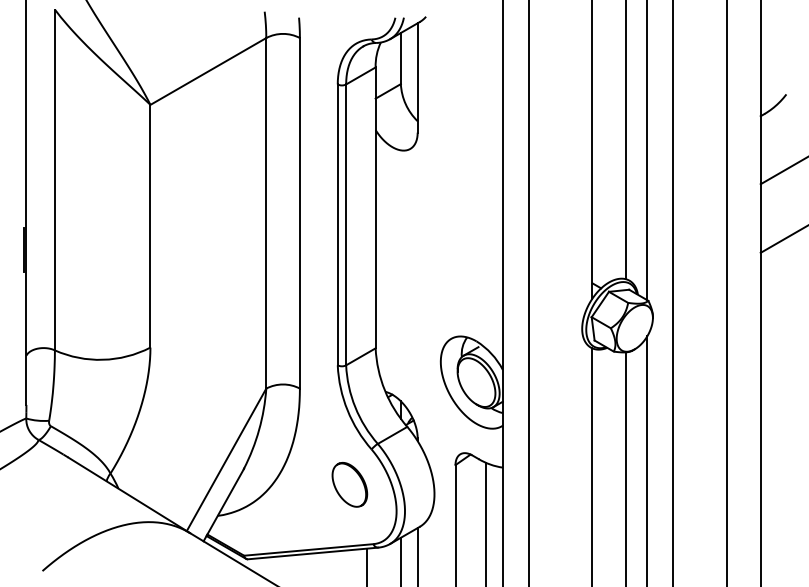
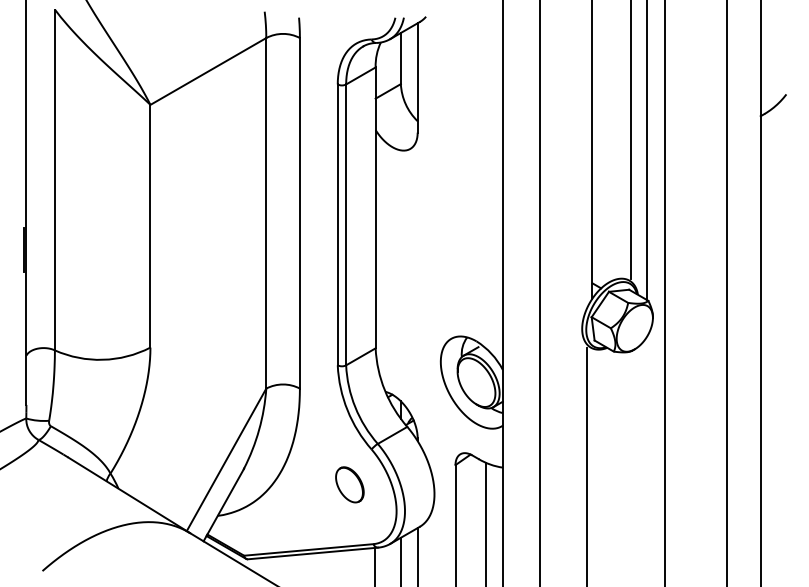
line at (626, 140) position: (626, 140) -> (631, 140)
line at (782, 171): present -> none
line at (782, 239): present -> none
line at (529, 292) position: (529, 292) -> (540, 292)
line at (672, 292) position: (672, 292) -> (664, 292)
line at (647, 459): present -> none
line at (592, 465) position: (592, 465) -> (587, 465)
line at (626, 467): present -> none
part at (349, 484) size: 38x46 px -> 30x38 px
line at (367, 565) position: (367, 565) -> (375, 565)
